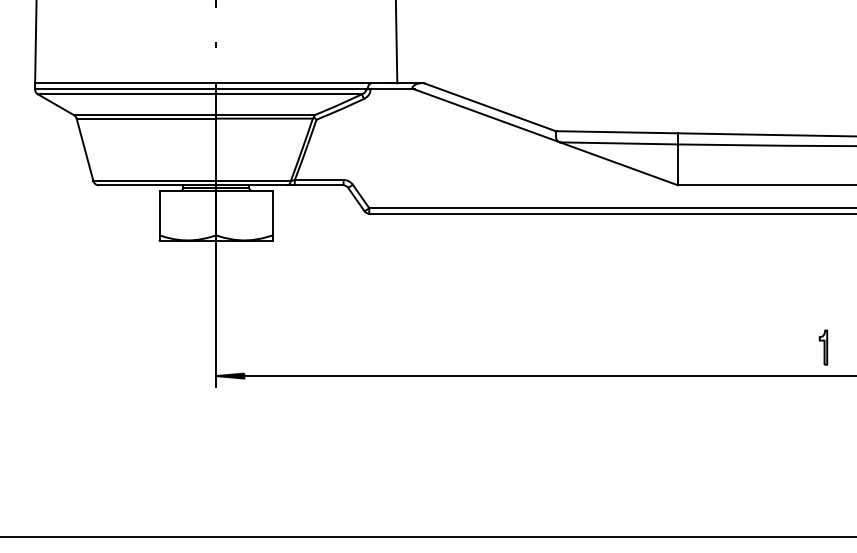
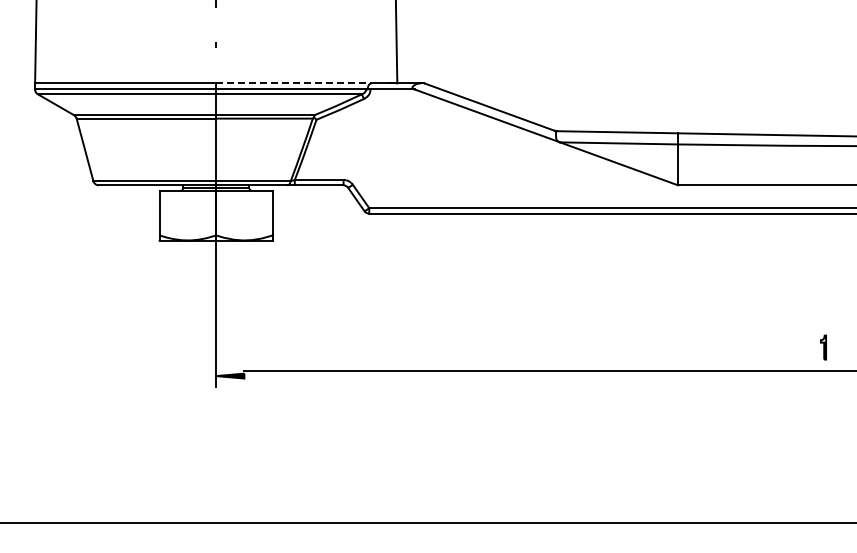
line at (293, 83): solid -> dashed
part at (823, 347) size: 11x37 px -> 7x27 px
line at (548, 376) position: (548, 376) -> (548, 371)
line at (427, 536) position: (427, 536) -> (427, 522)
